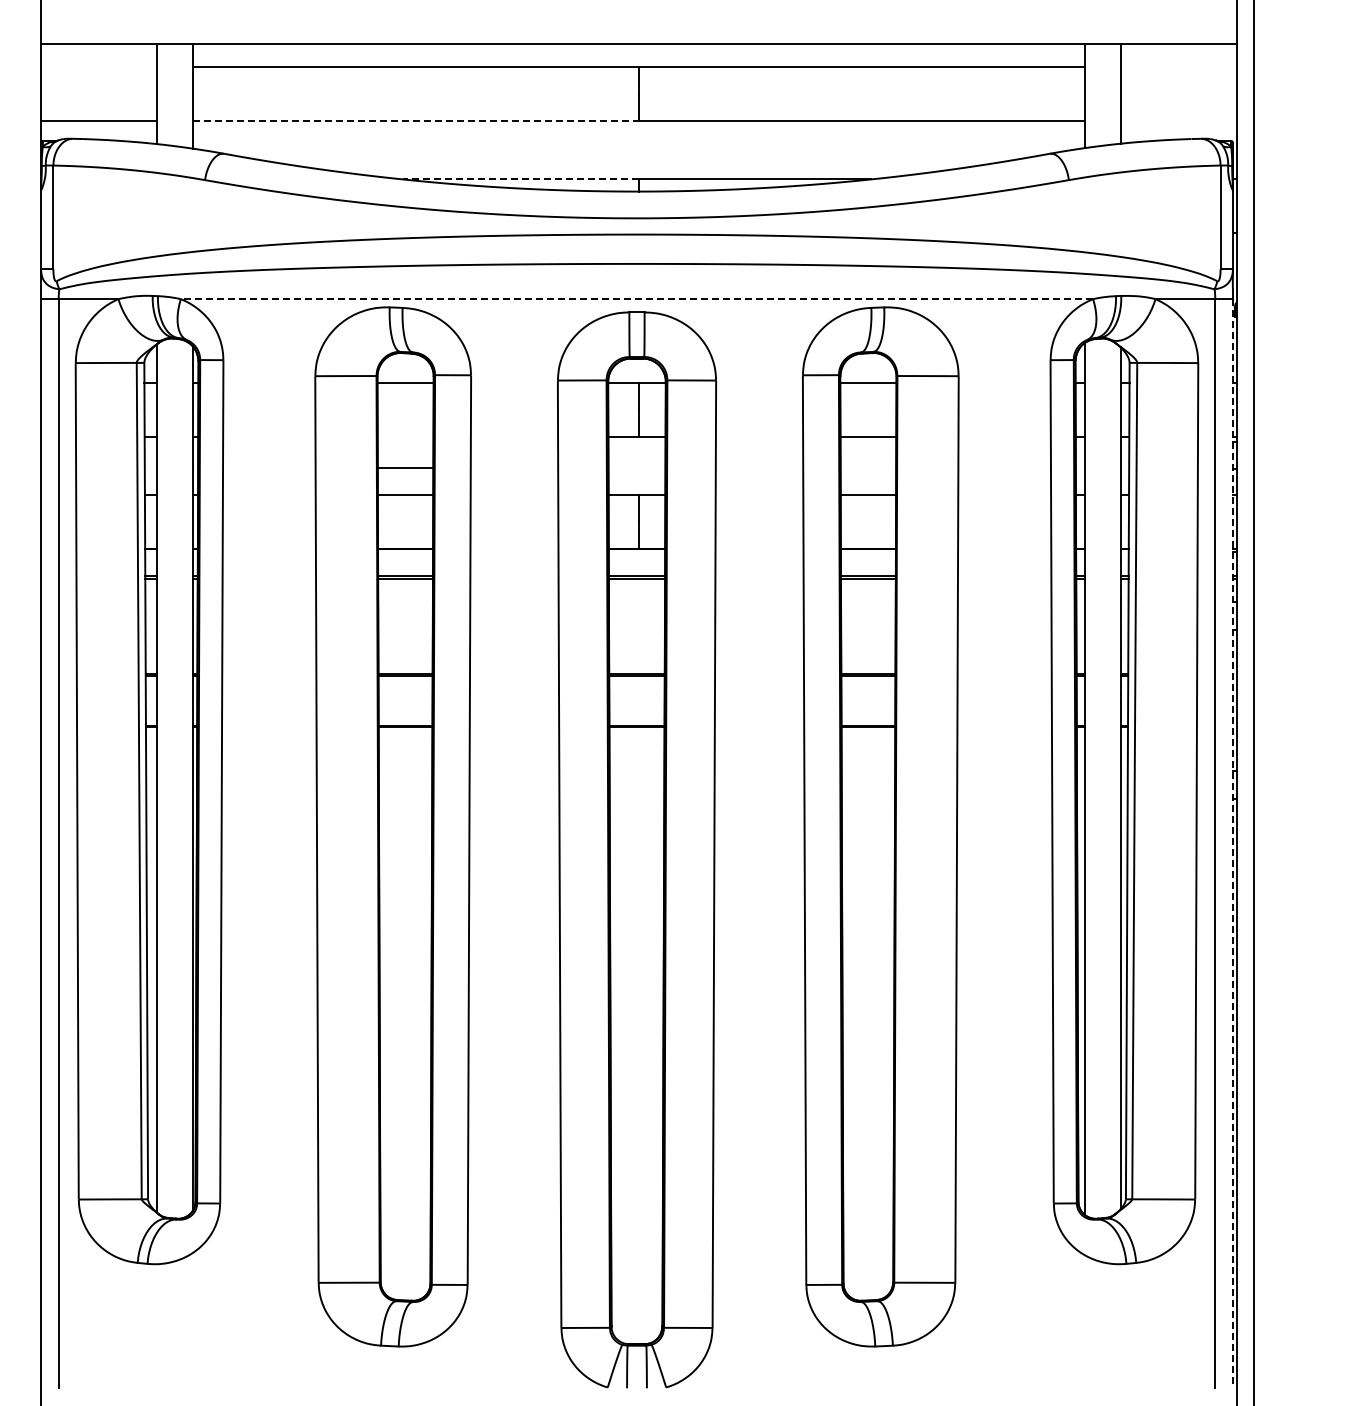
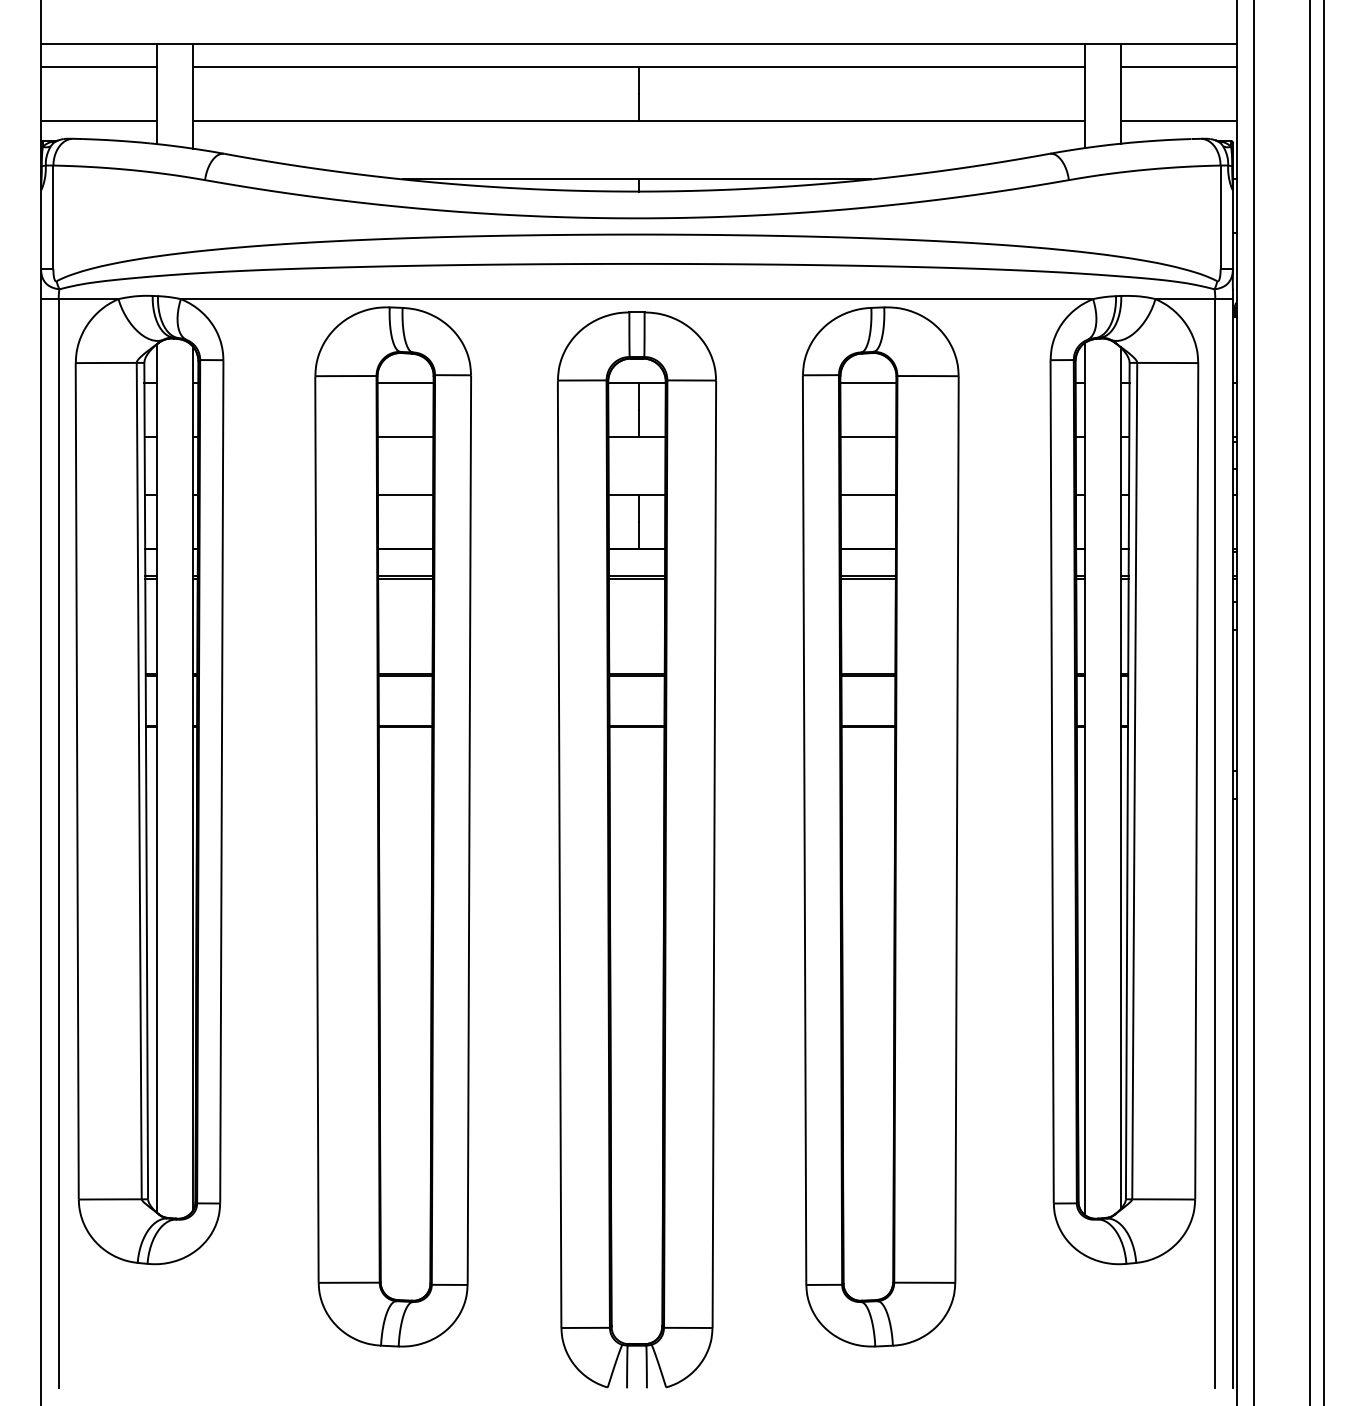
line at (99, 67): none -> present
line at (1178, 67): none -> present
line at (416, 120): dashed -> solid
line at (1178, 120): none -> present
line at (521, 179): dashed -> solid
line at (636, 299): dashed -> solid
line at (405, 467) position: (405, 467) -> (405, 436)
line at (1309, 702): none -> present
line at (1323, 702): none -> present
line at (1232, 843): dashed -> solid
